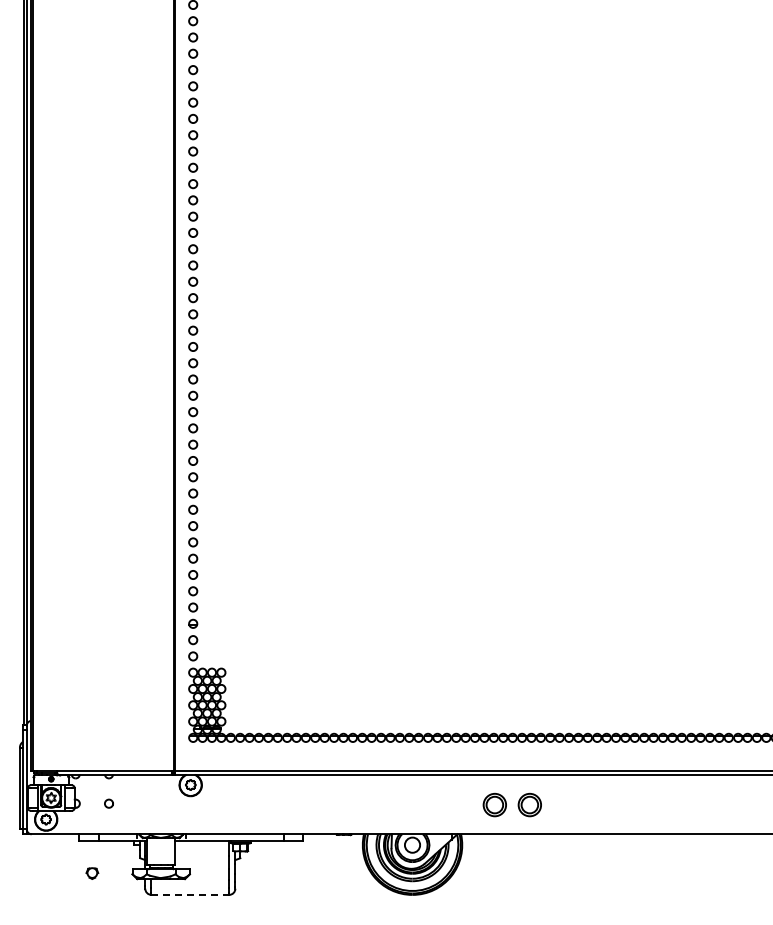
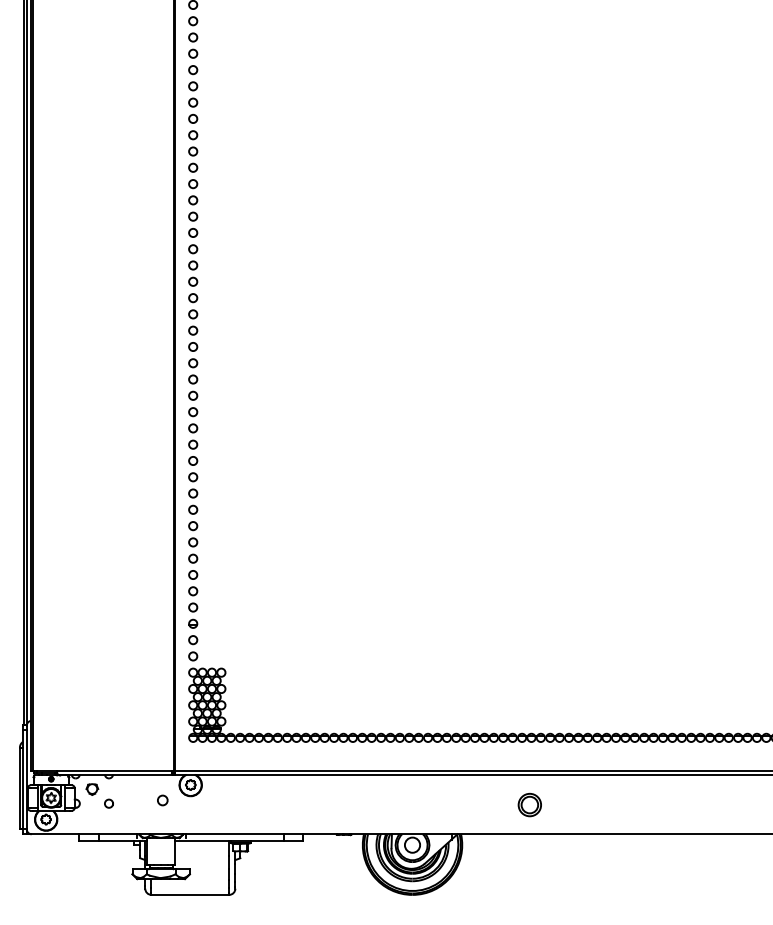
circle at (162, 800): none -> present
part at (494, 804): present -> none
part at (92, 873) position: (92, 873) -> (92, 789)
line at (190, 894): dashed -> solid
